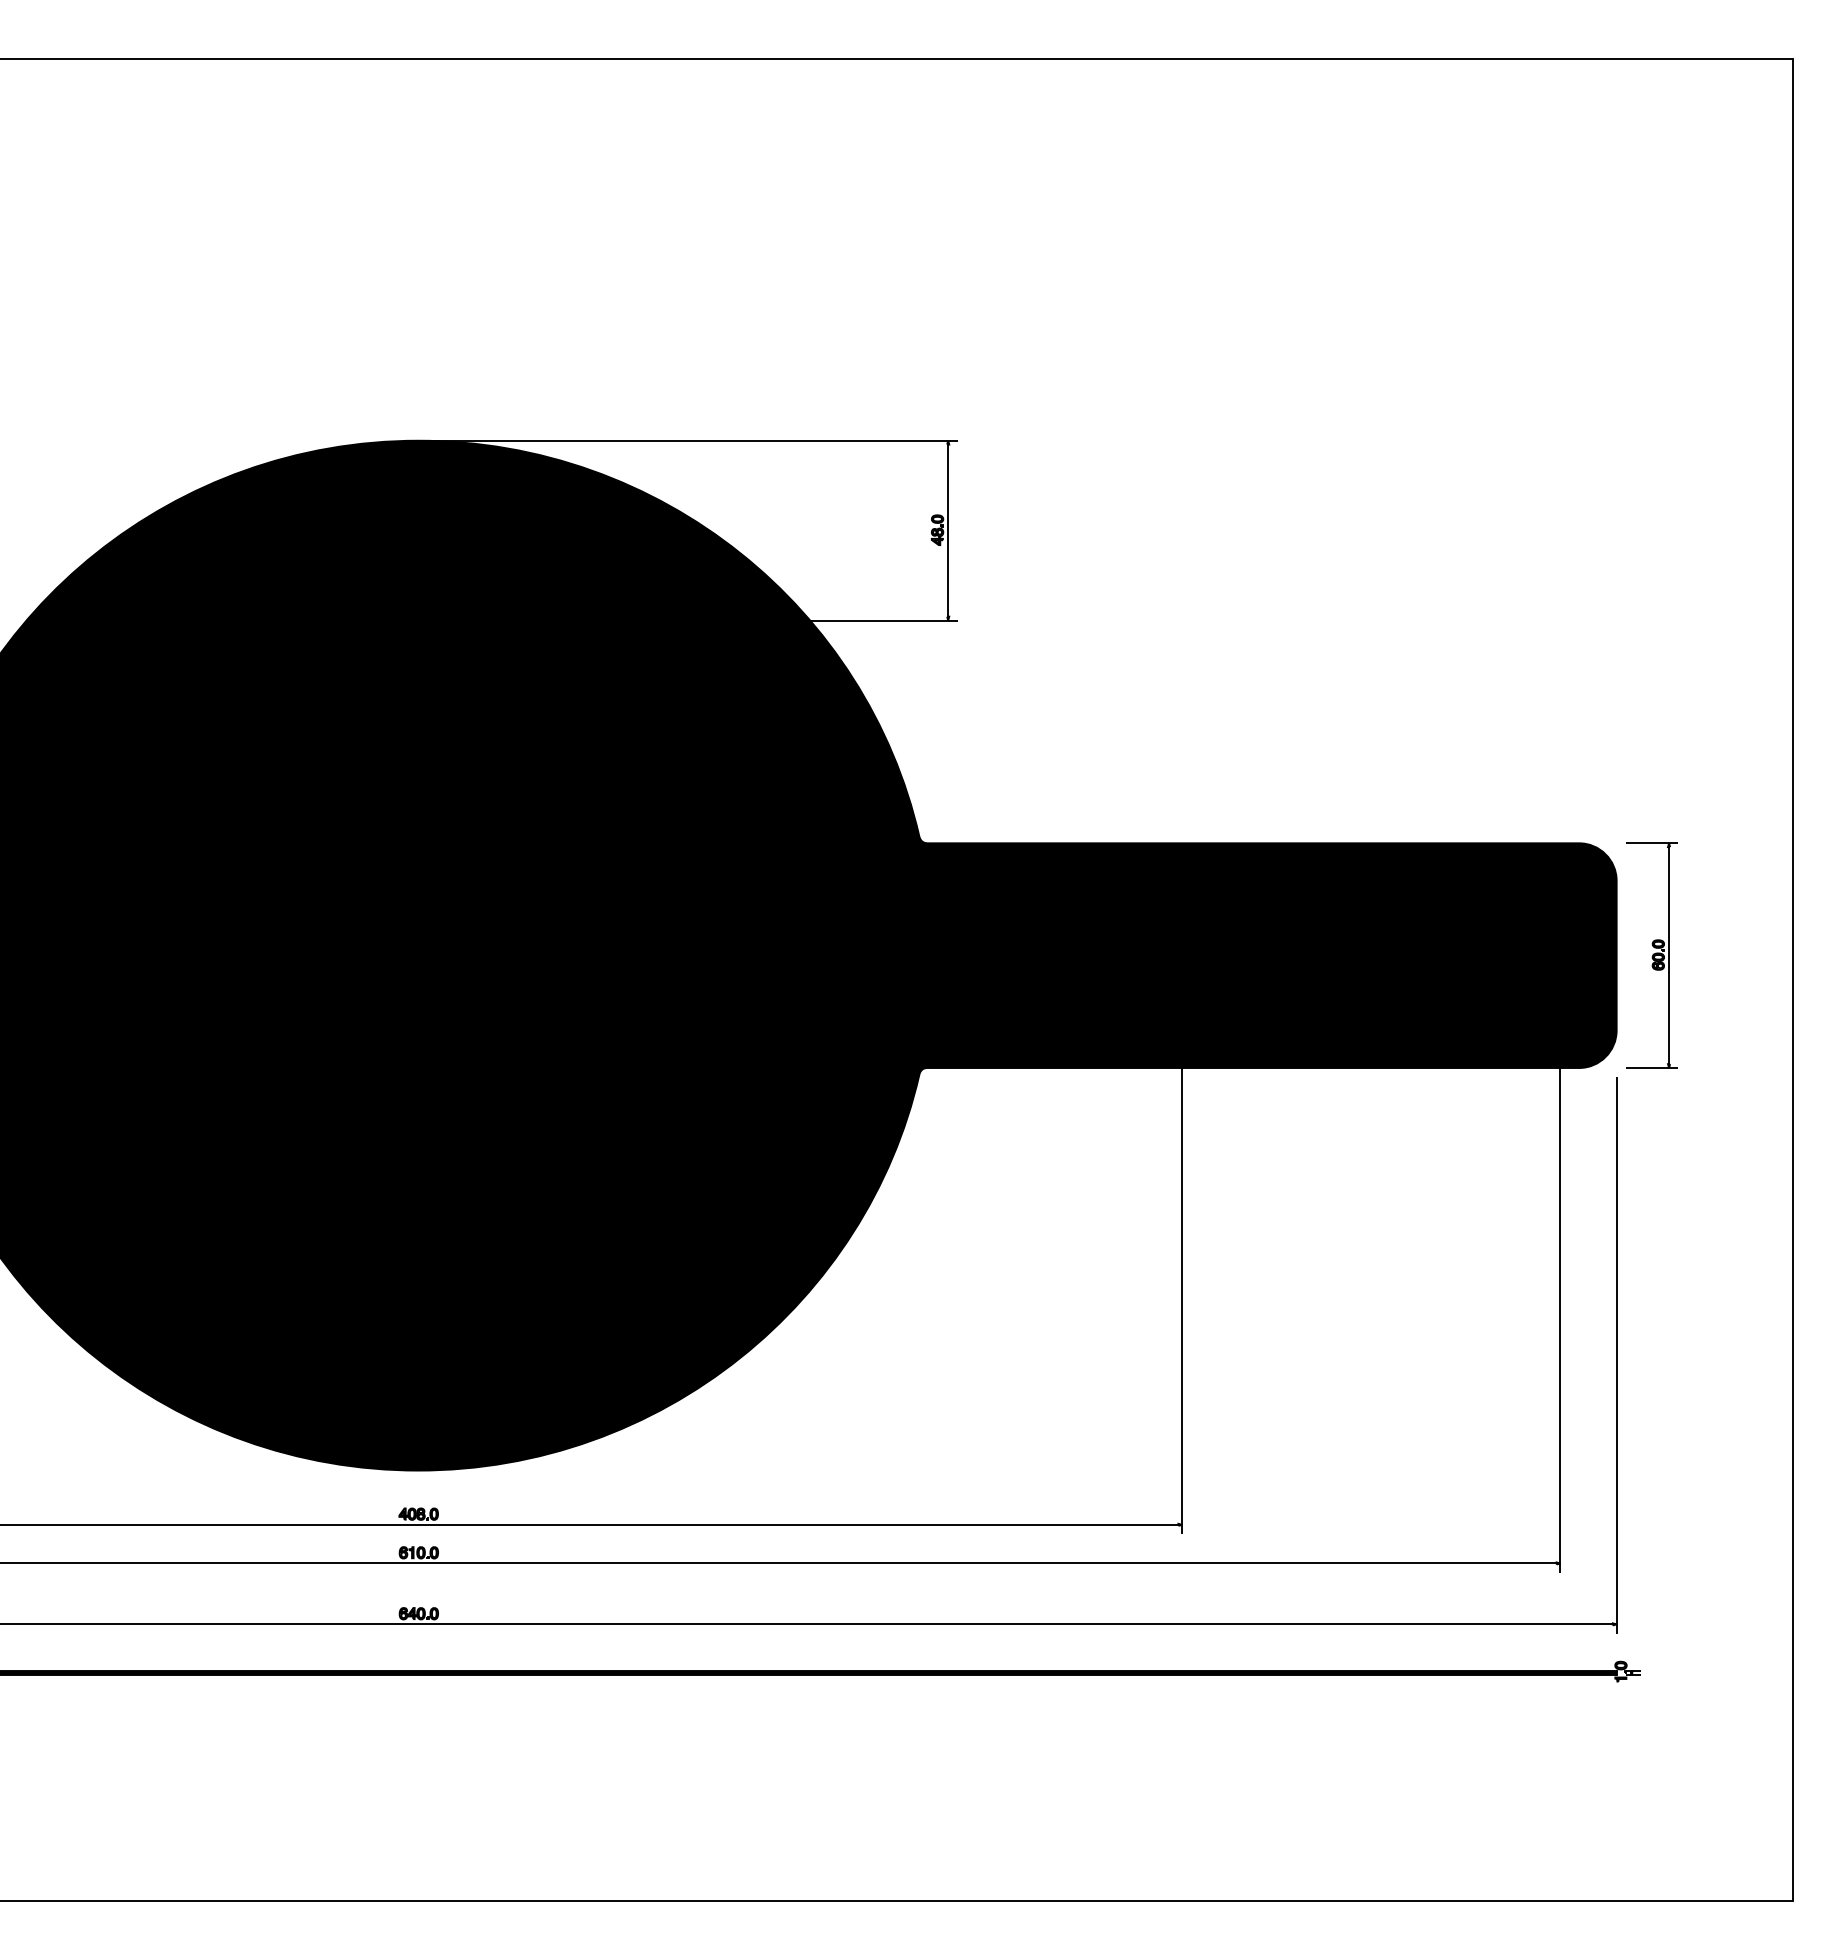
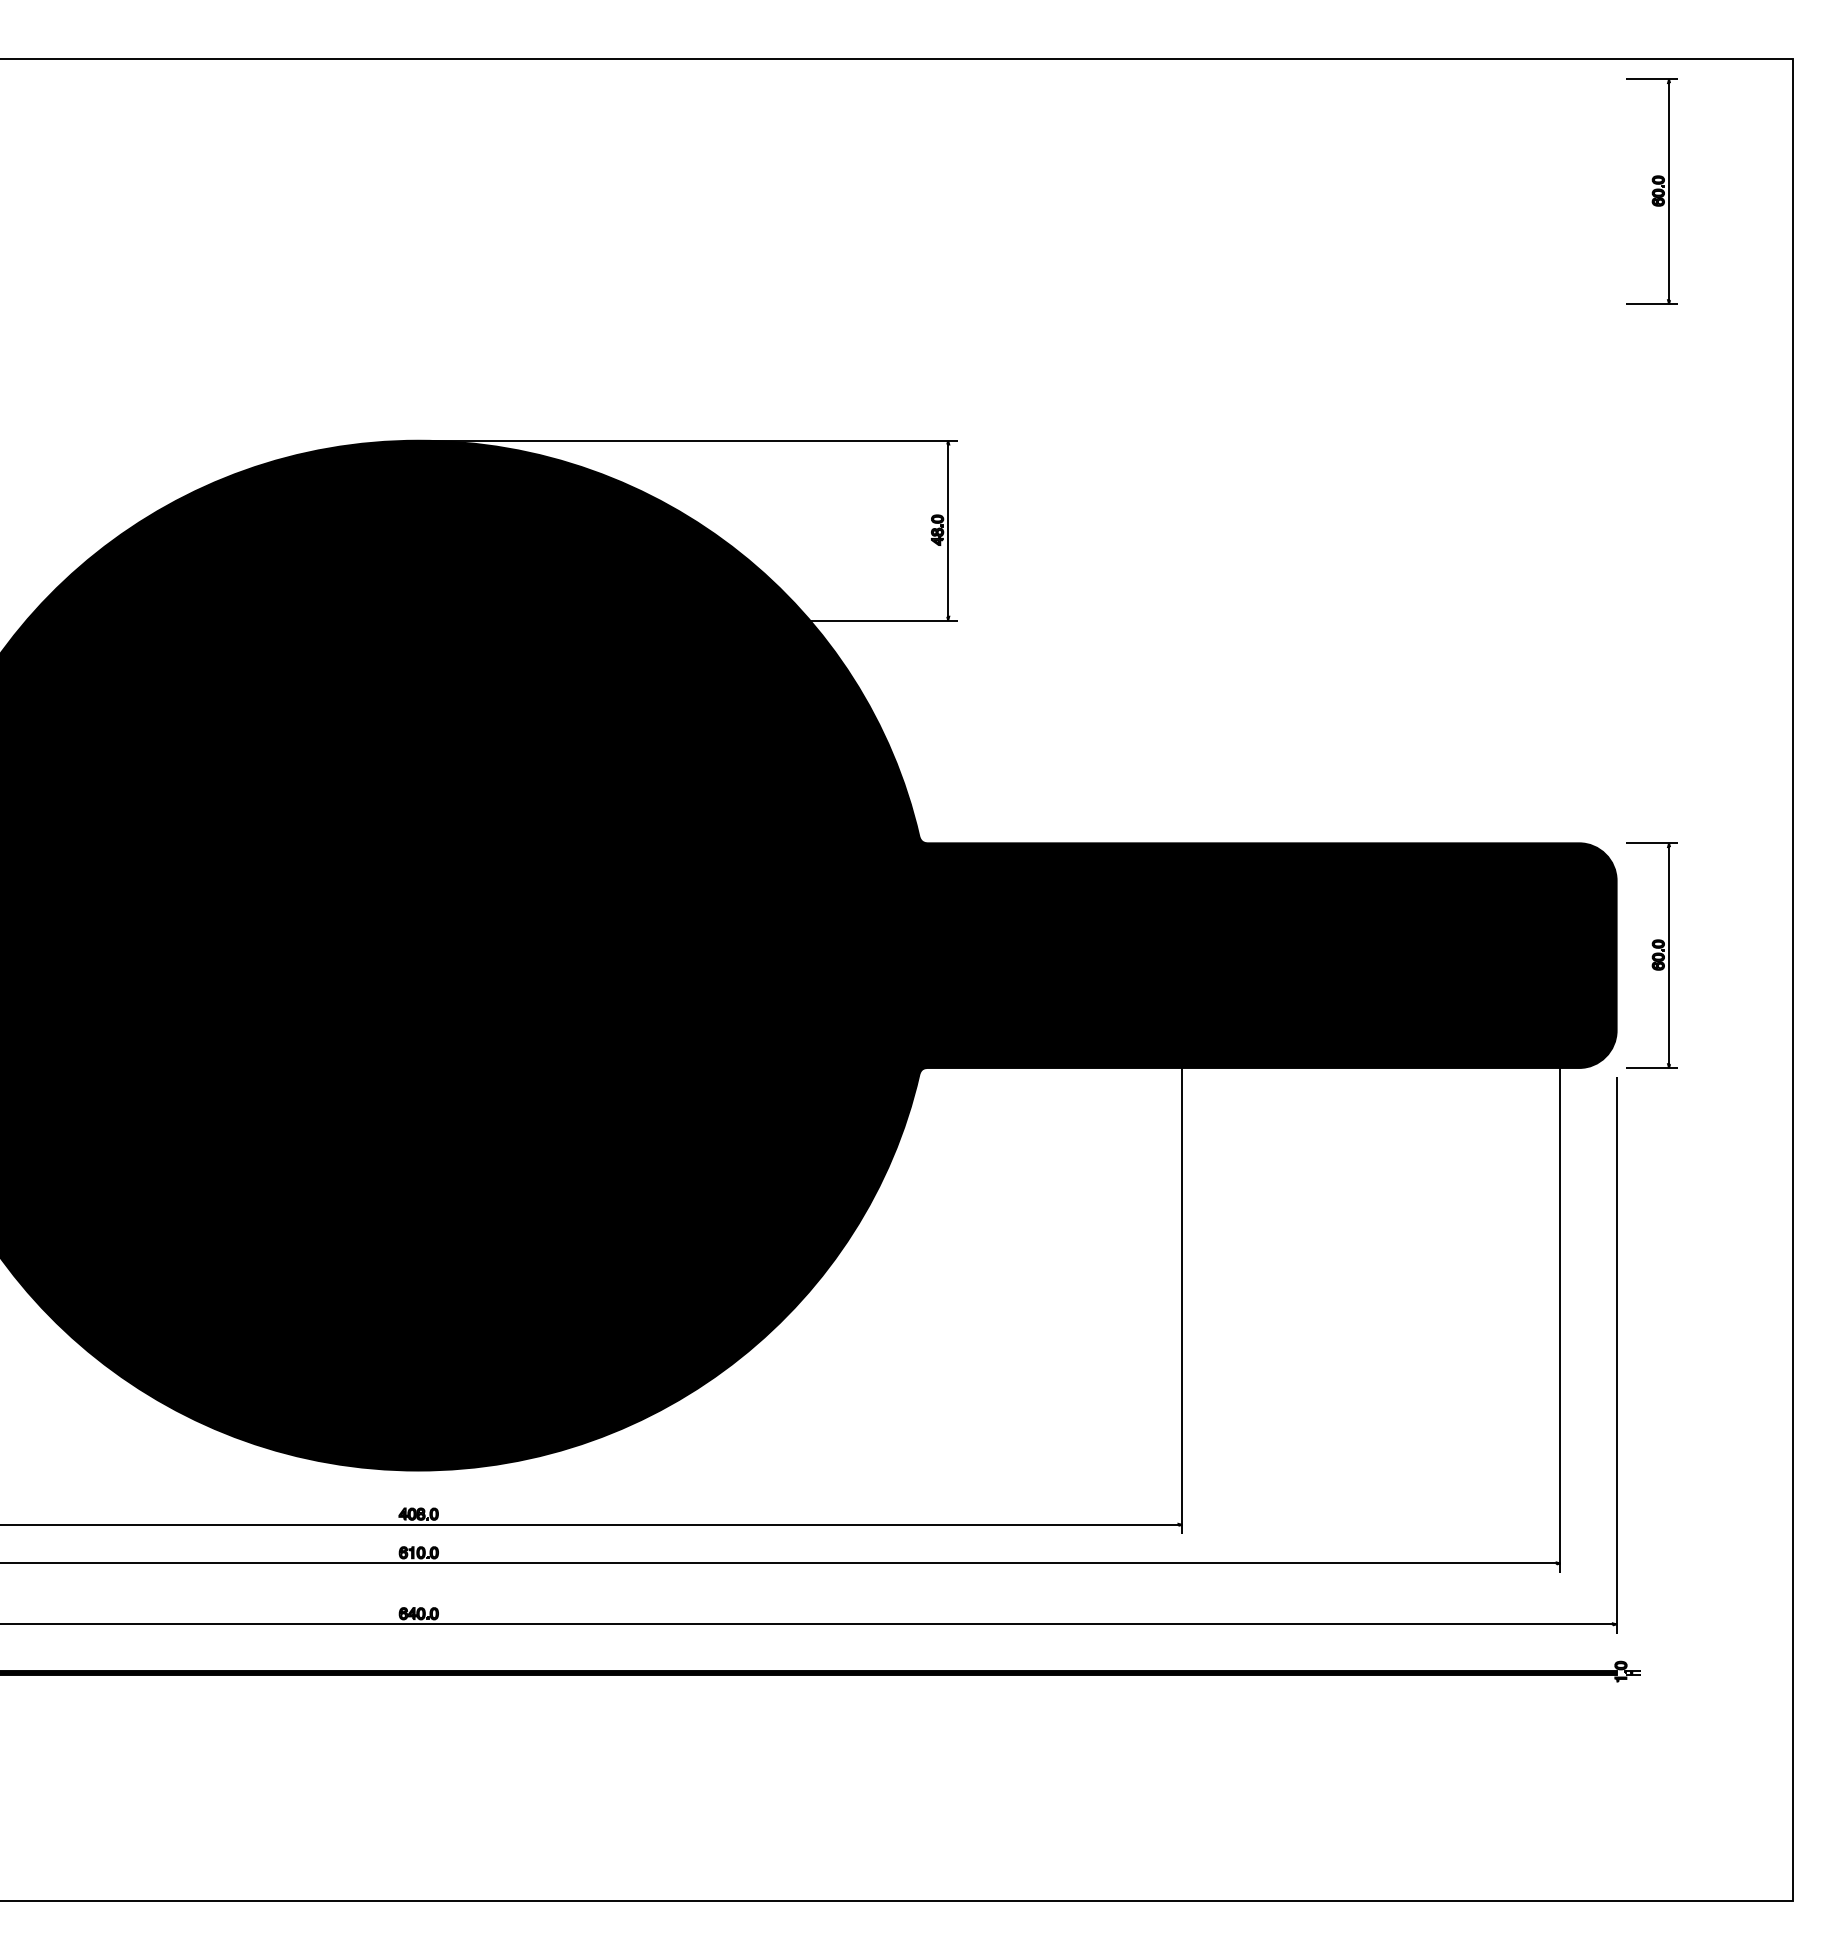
part at (1651, 191): none -> present
